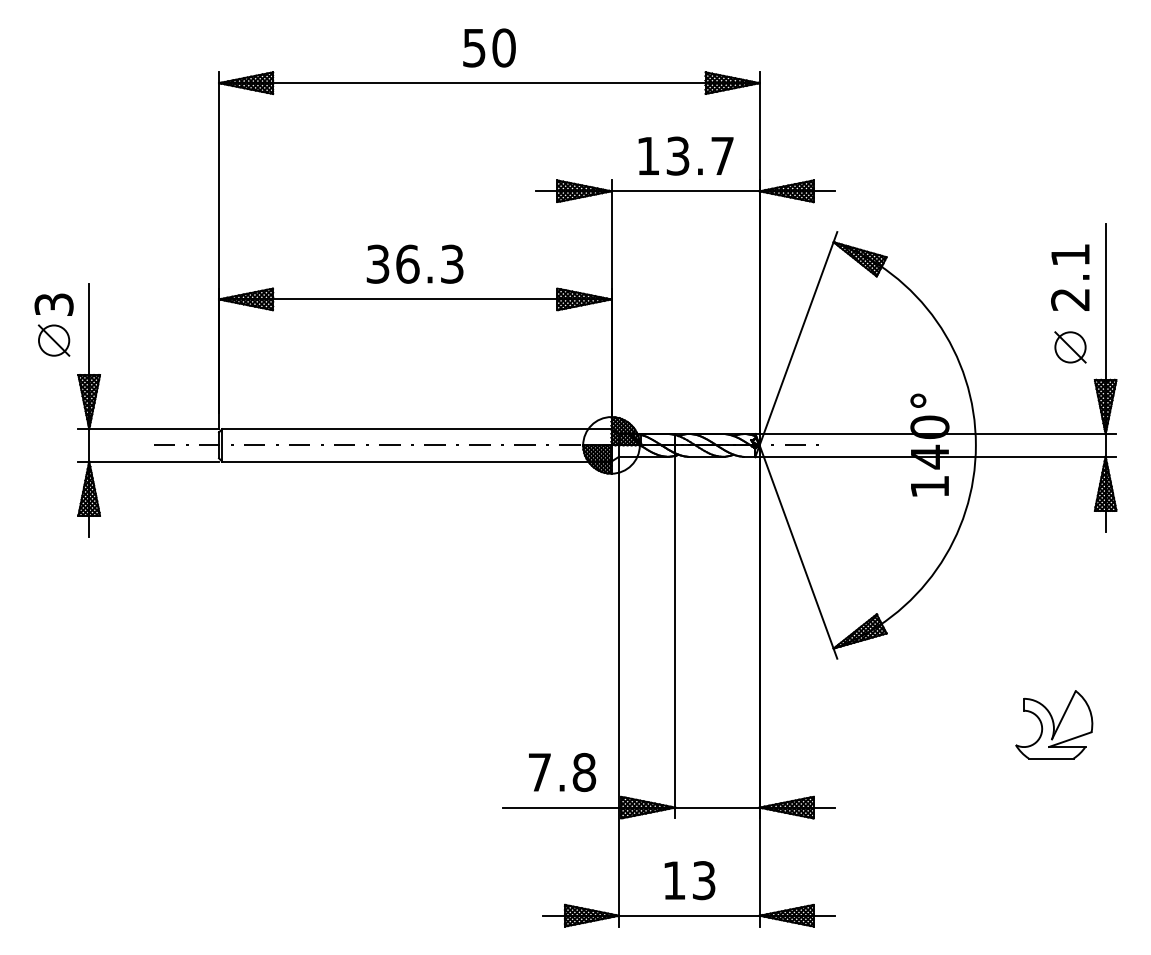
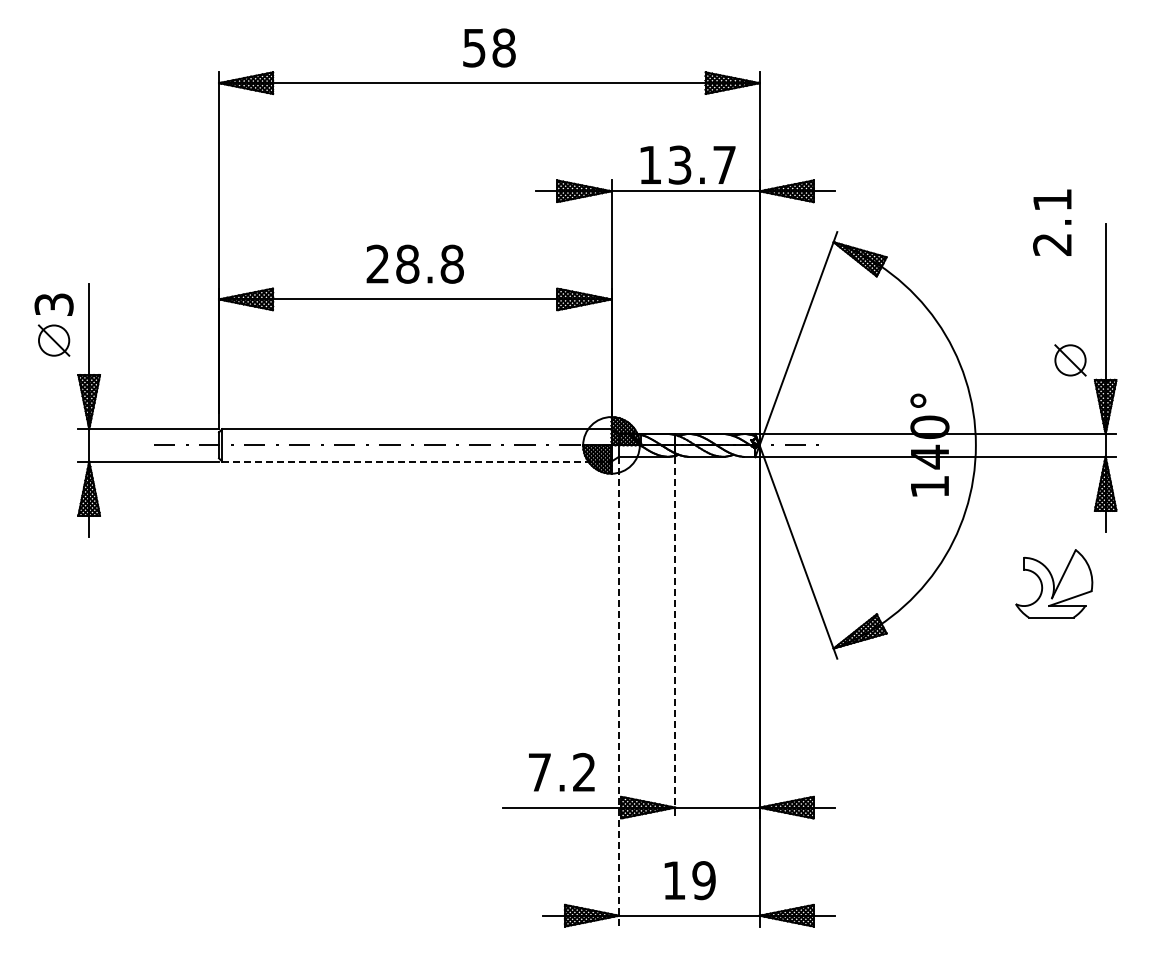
text at (503, 47): 50 -> 58
text at (685, 155) position: (685, 155) -> (687, 164)
text at (414, 263): 36.3 -> 28.8
text at (1070, 277) position: (1070, 277) -> (1052, 222)
part at (1070, 347) position: (1070, 347) -> (1070, 360)
line at (416, 461): solid -> dashed
line at (675, 637): solid -> dashed
line at (619, 691): solid -> dashed
part at (1054, 724) position: (1054, 724) -> (1054, 583)
text at (584, 772): 7.8 -> 7.2
text at (703, 880): 13 -> 19
